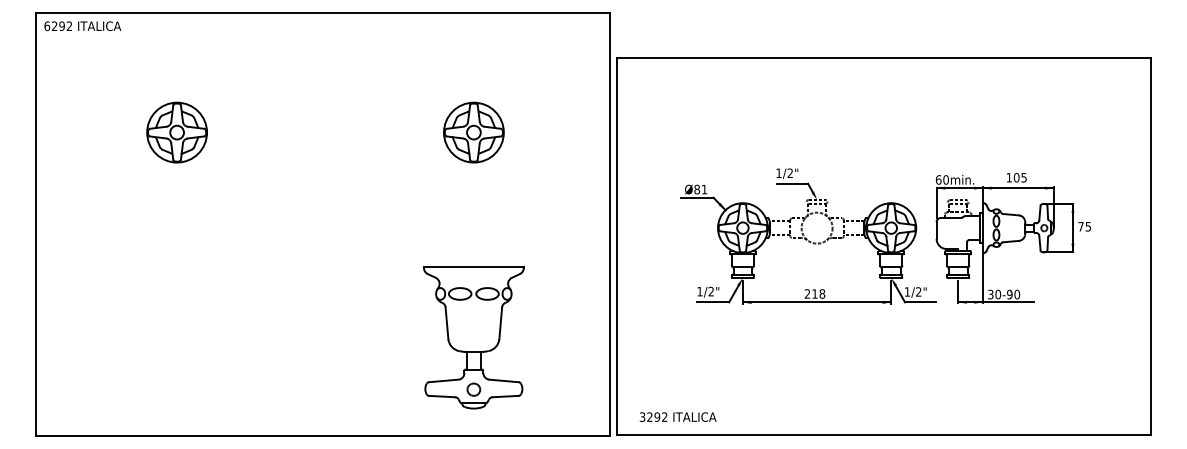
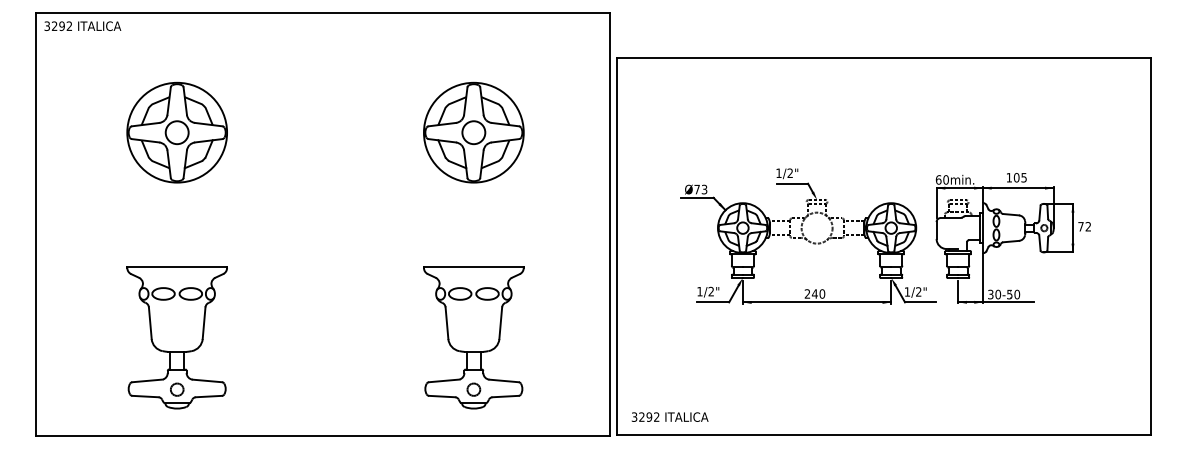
text at (47, 25): 6292 -> 3292
part at (176, 132) size: 62x63 px -> 102x103 px
part at (473, 132) size: 62x63 px -> 102x103 px
text at (700, 189): Ø81 -> Ø73
text at (1088, 226): 75 -> 72
text at (818, 293): 218 -> 240
text at (1009, 294): 30-90 -> 30-50
part at (176, 337): none -> present
text at (677, 416) position: (677, 416) -> (669, 416)
